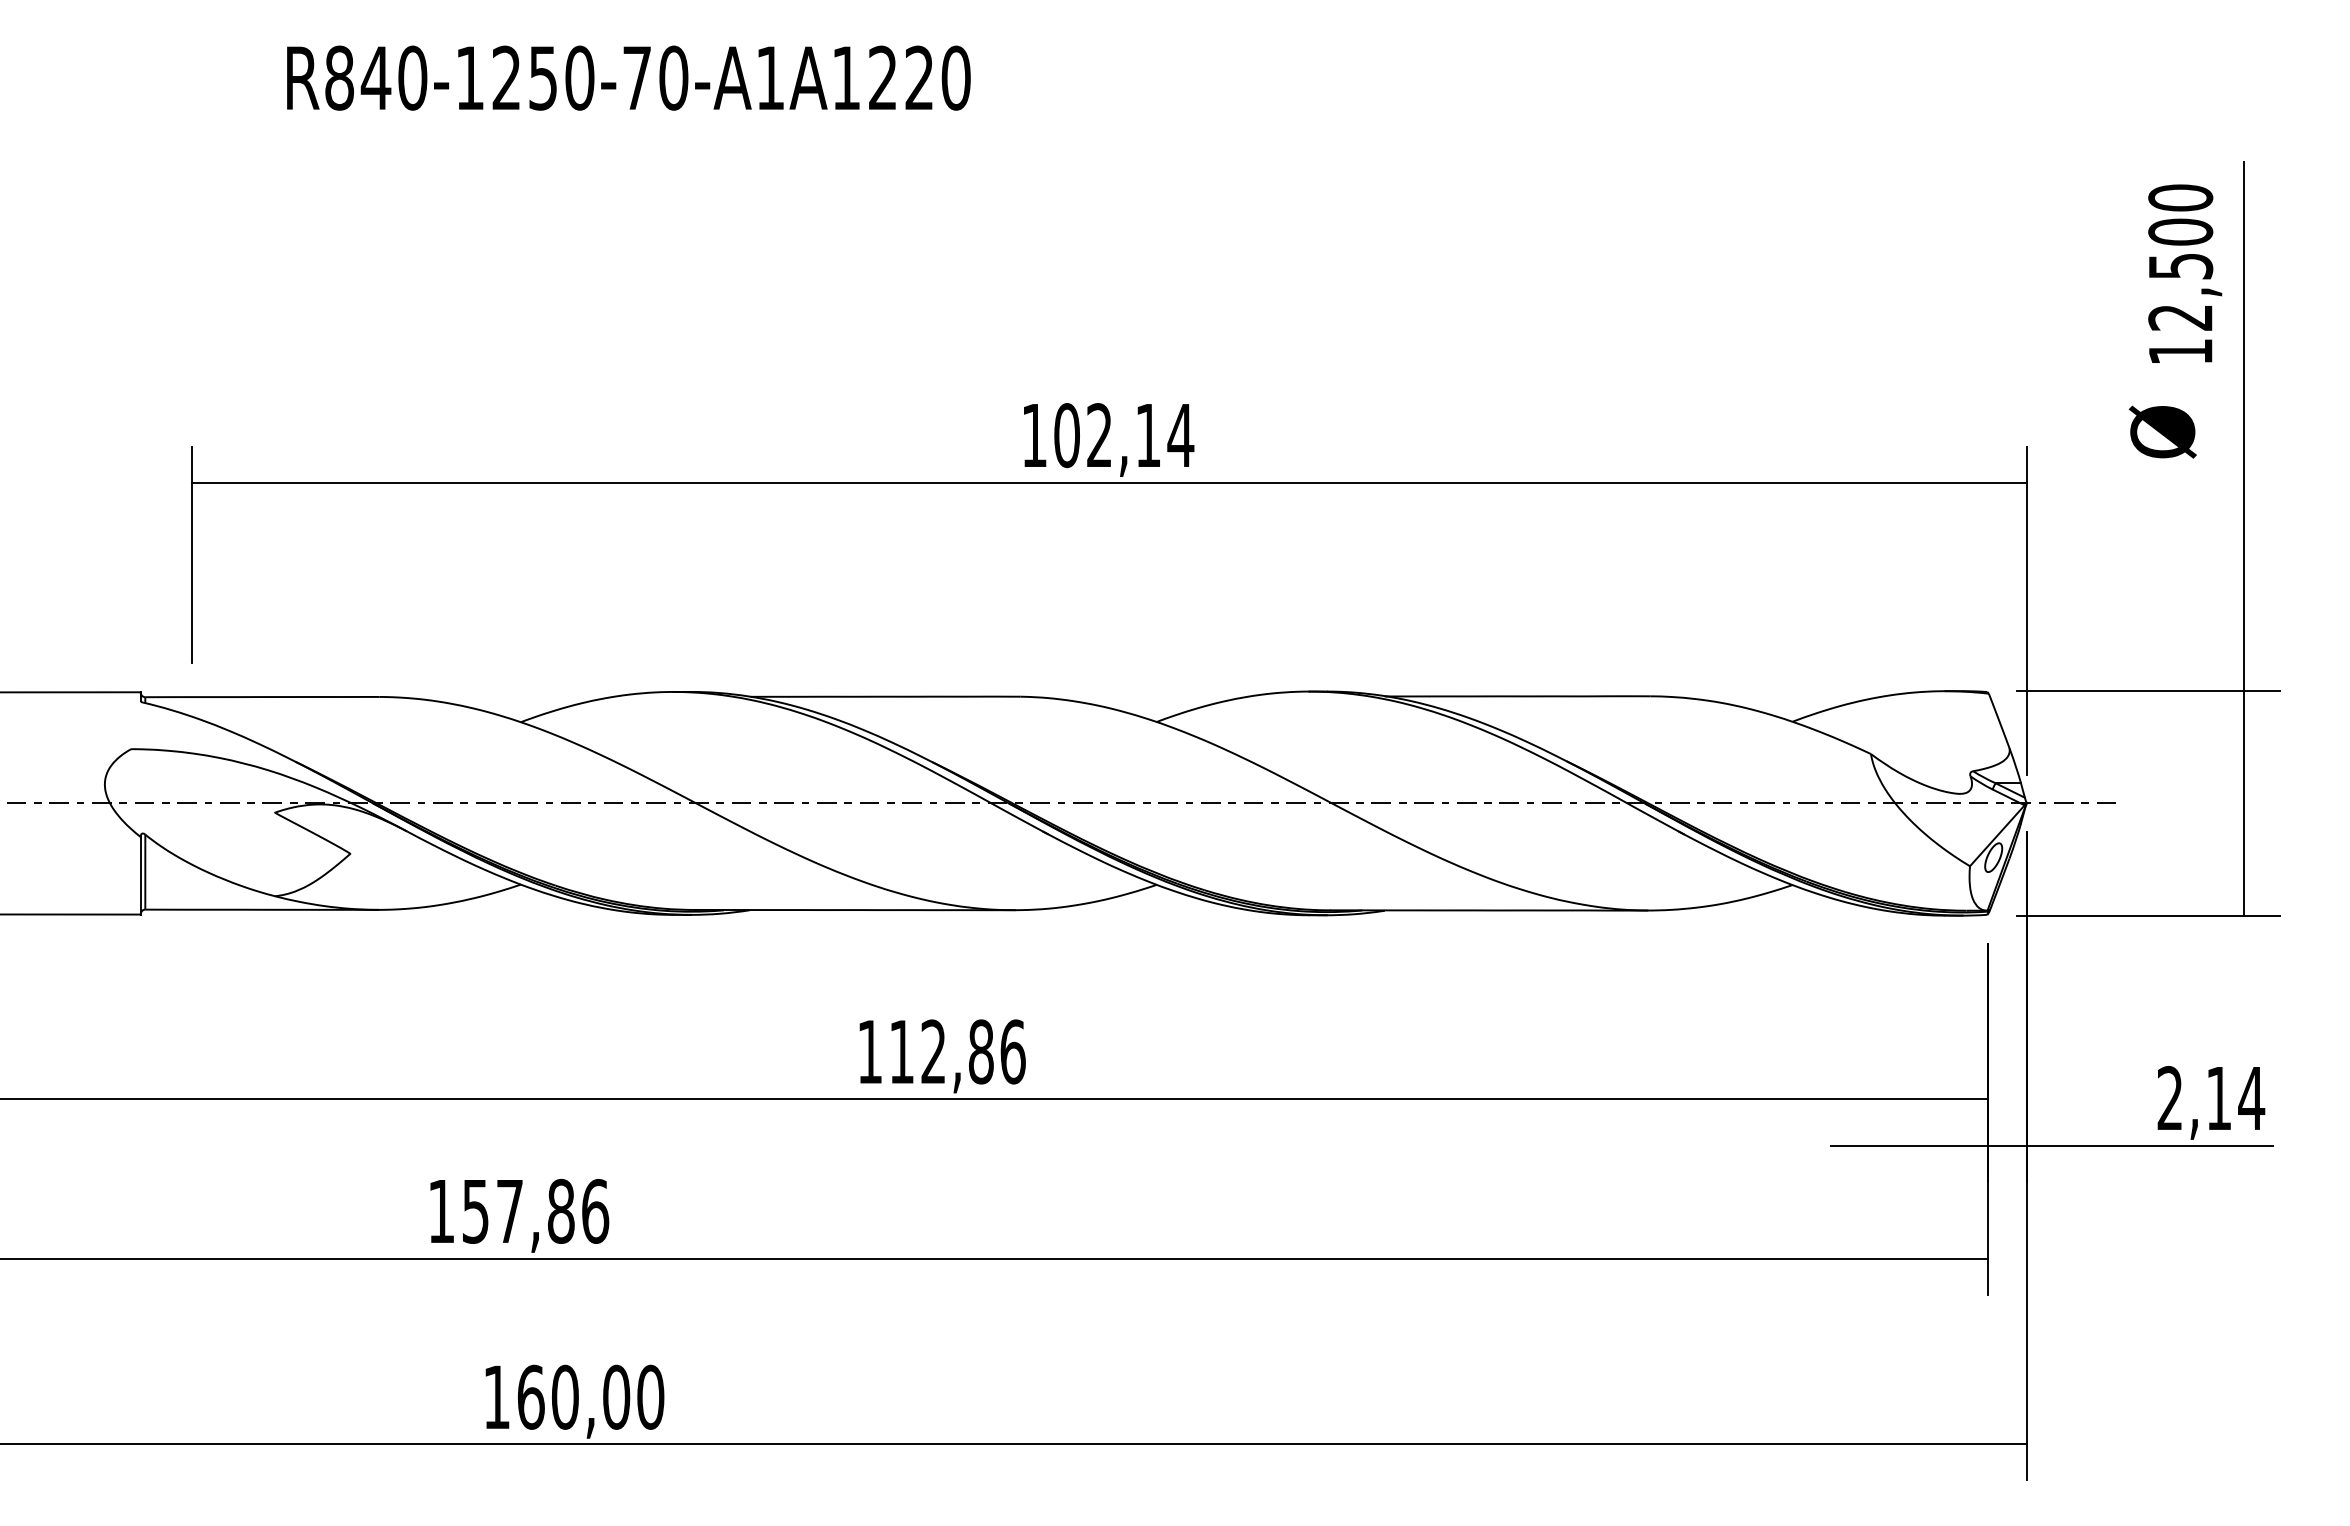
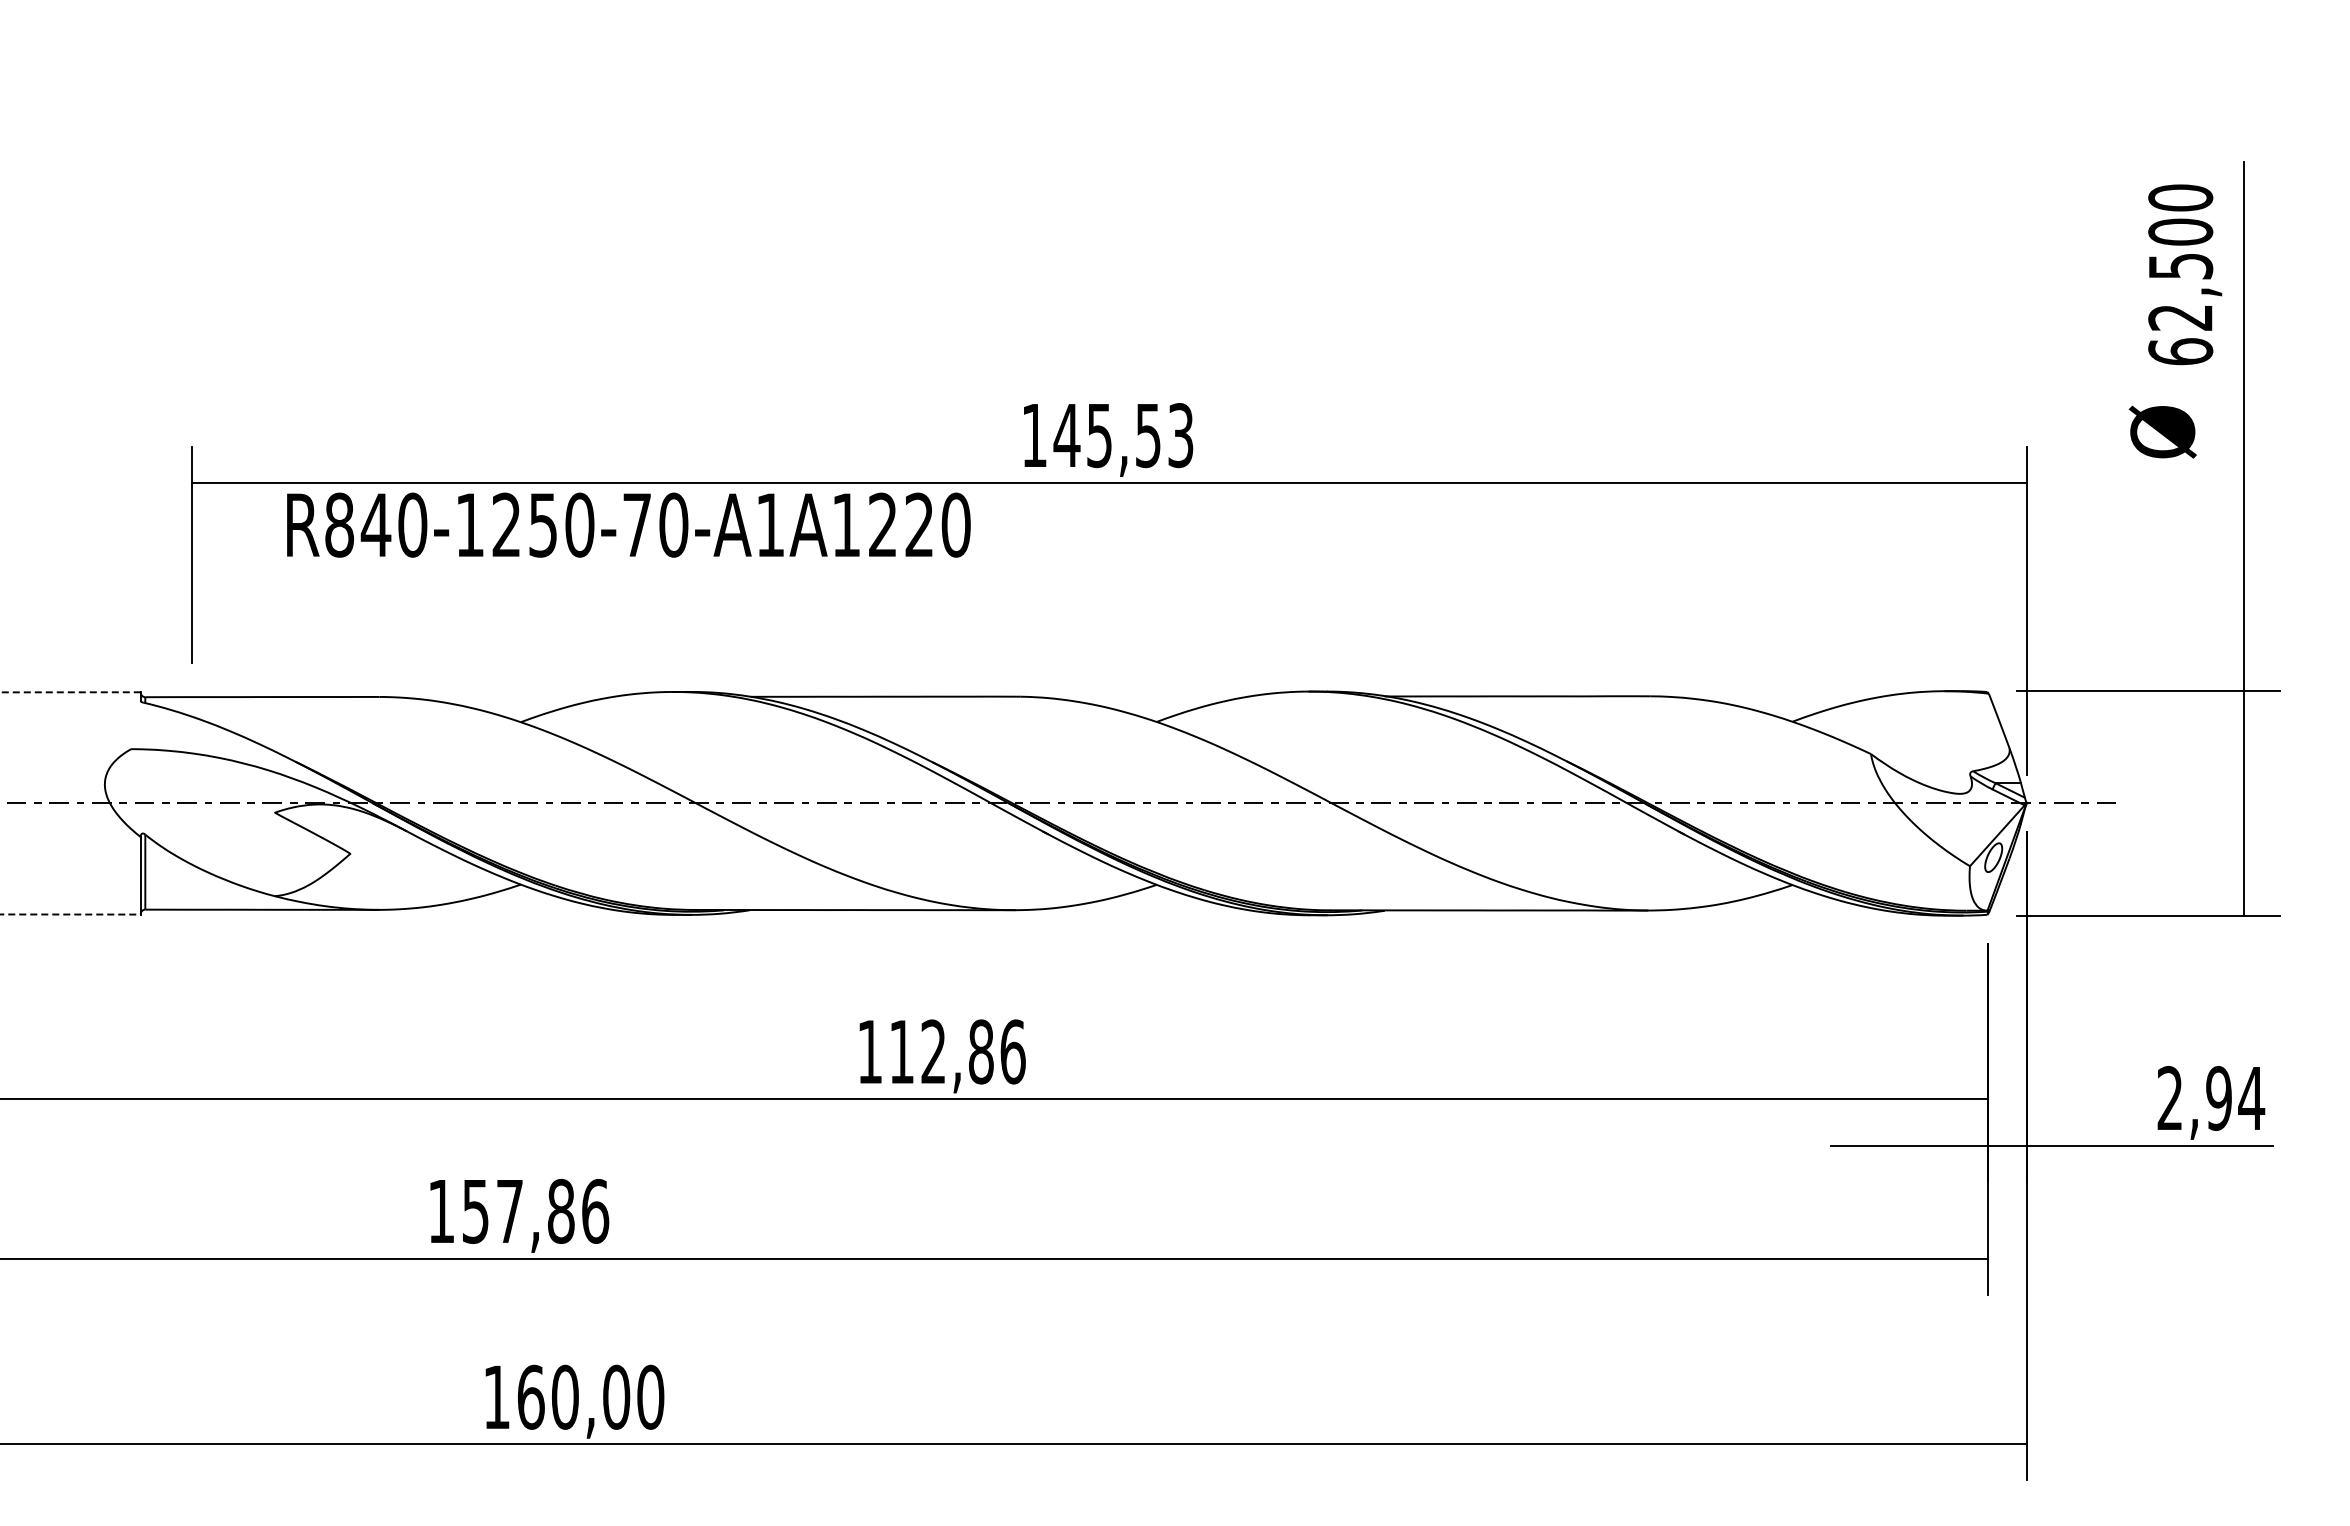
text at (628, 77) position: (628, 77) -> (628, 524)
text at (2180, 351): 12,500 -> 62,500
text at (1123, 435): 102,14 -> 145,53
line at (70, 692): solid -> dashed
line at (71, 914): solid -> dashed
text at (2218, 1098): 2,14 -> 2,94
